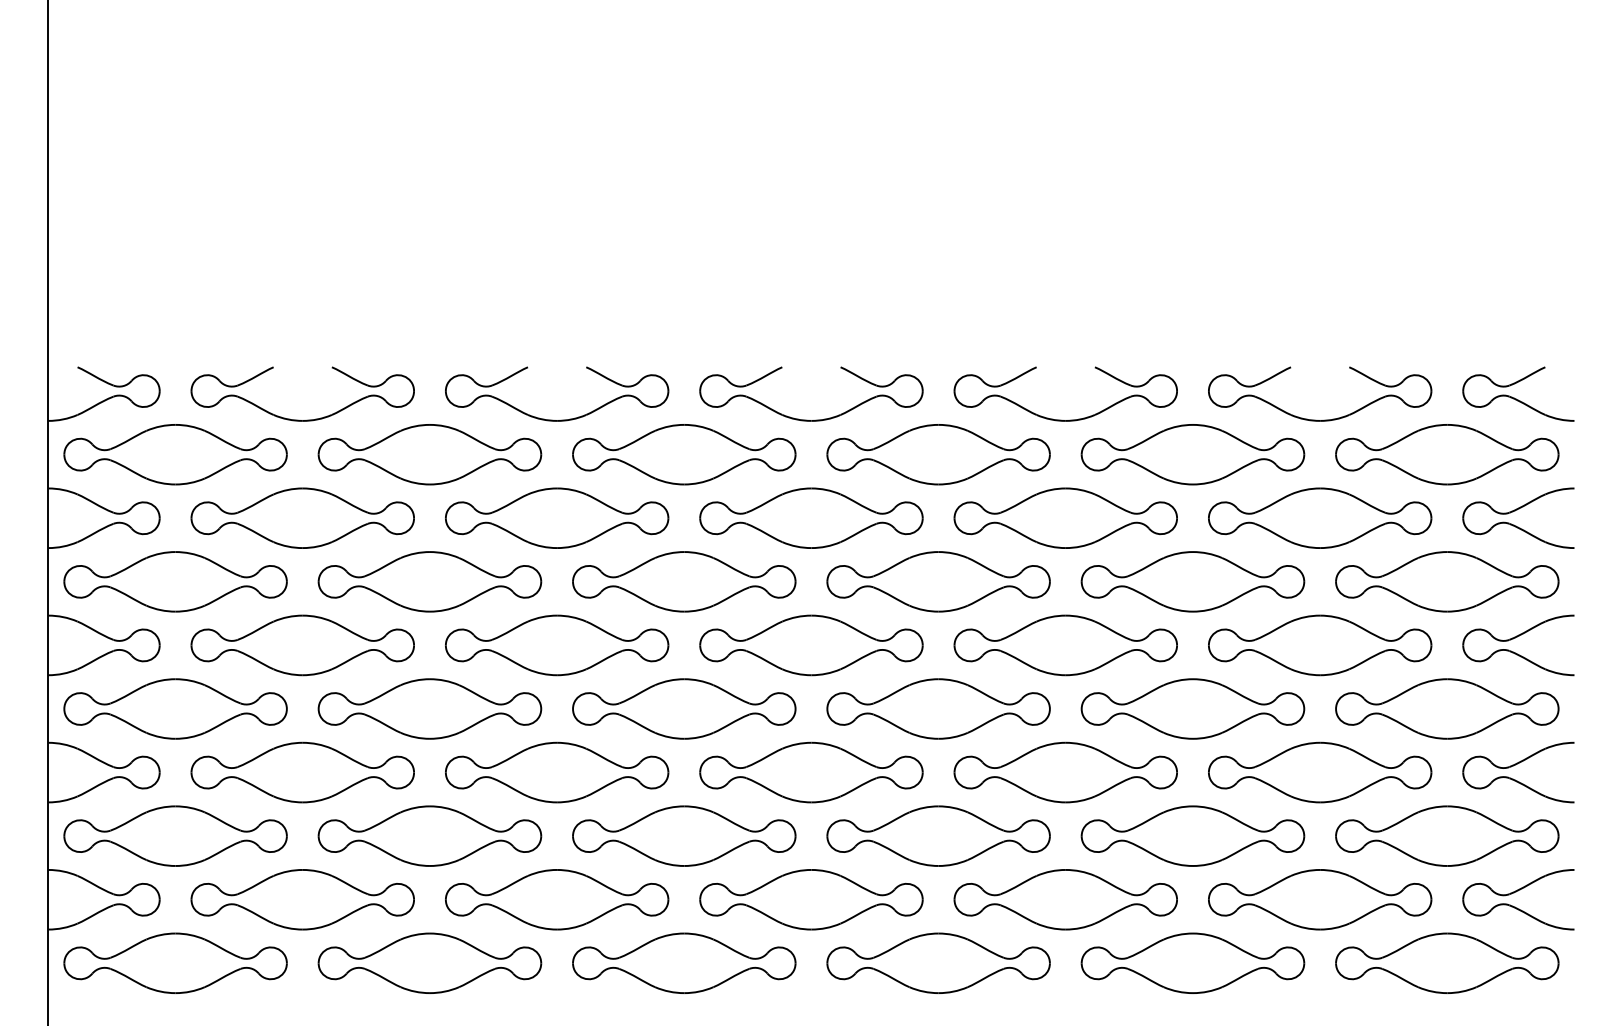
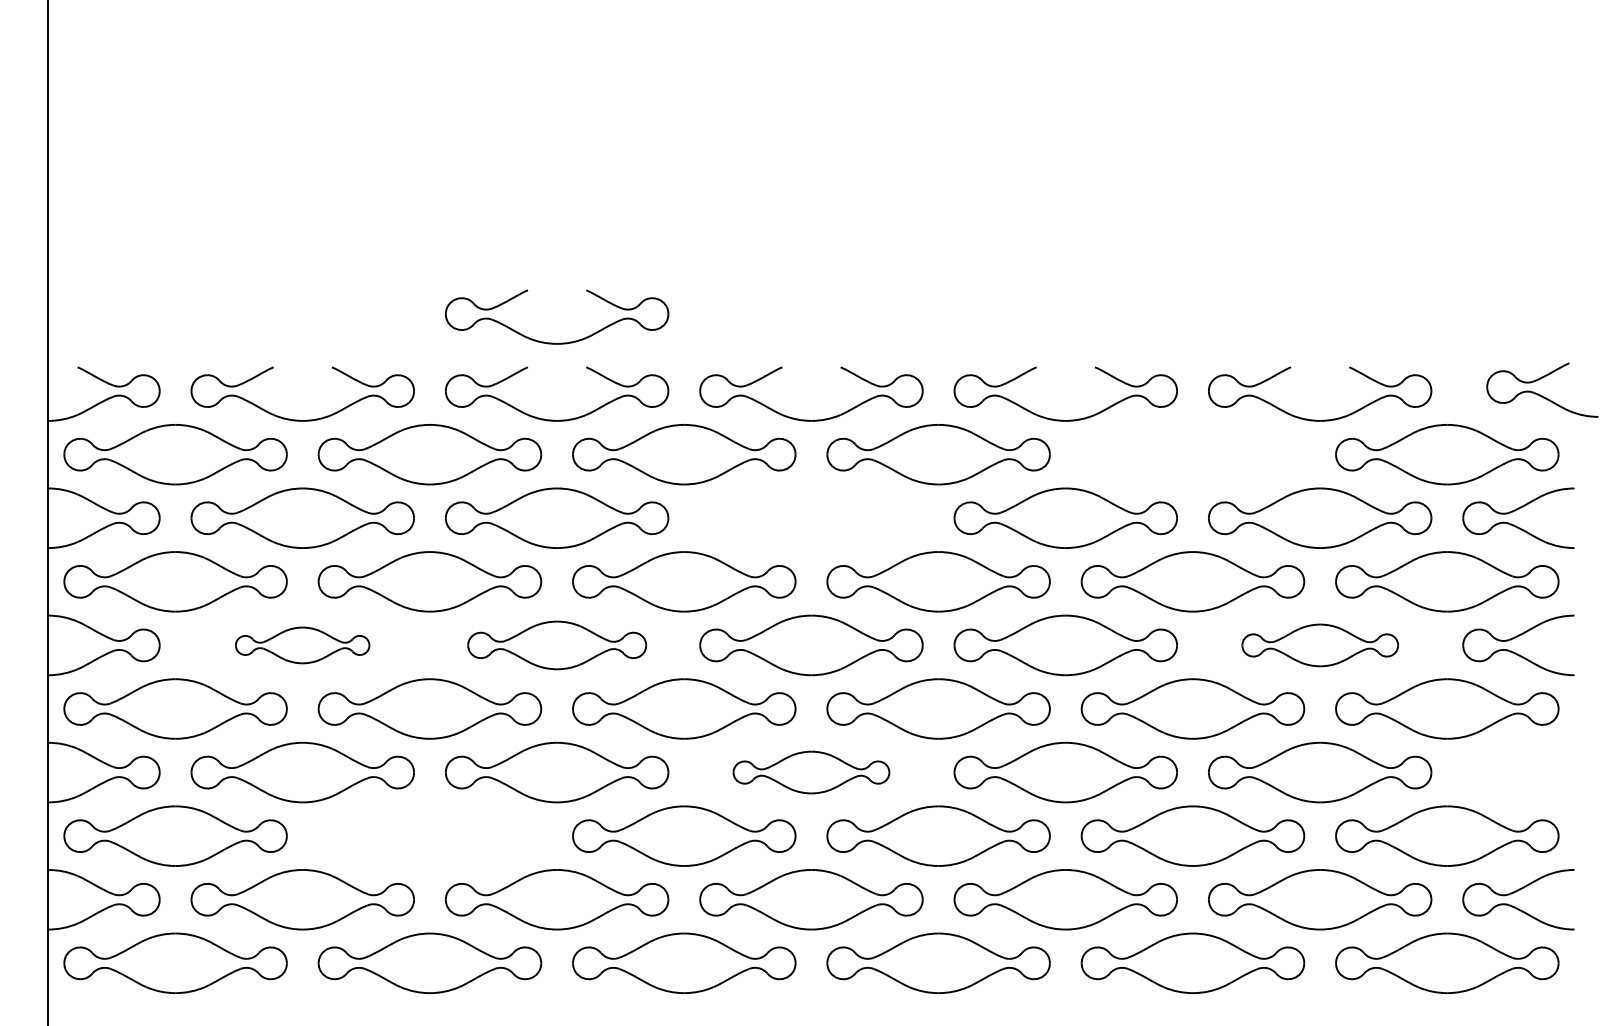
part at (553, 342): none -> present
part at (1518, 393) position: (1518, 393) -> (1542, 389)
part at (1192, 454): present -> none
part at (811, 517): present -> none
part at (302, 645) size: 225x63 px -> 136x39 px
part at (557, 645) size: 225x63 px -> 181x51 px
part at (1320, 645) size: 225x63 px -> 158x45 px
part at (1515, 765): present -> none
part at (811, 772) size: 225x63 px -> 159x45 px
part at (429, 835): present -> none
